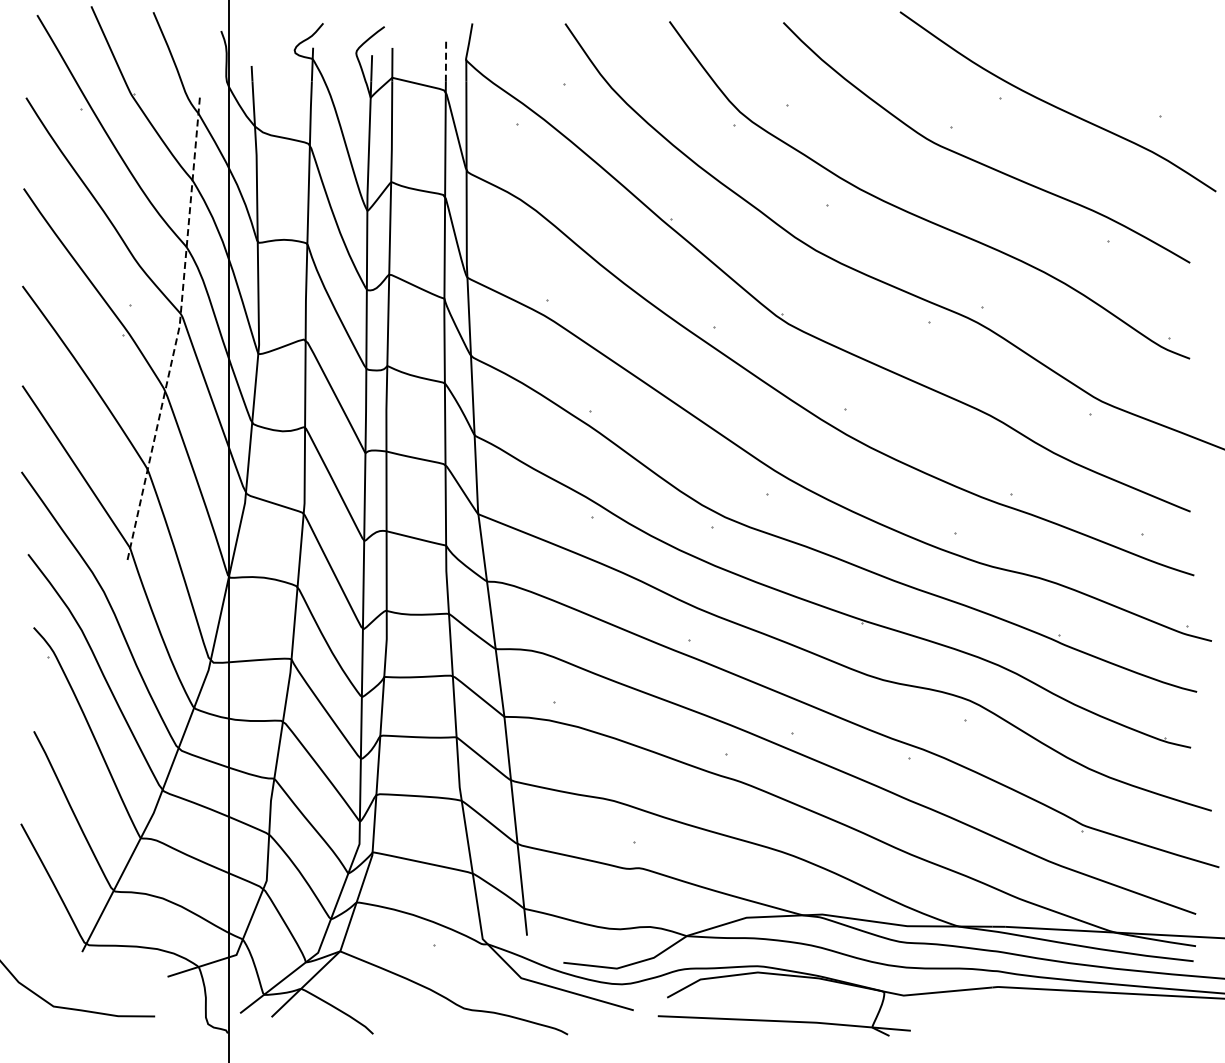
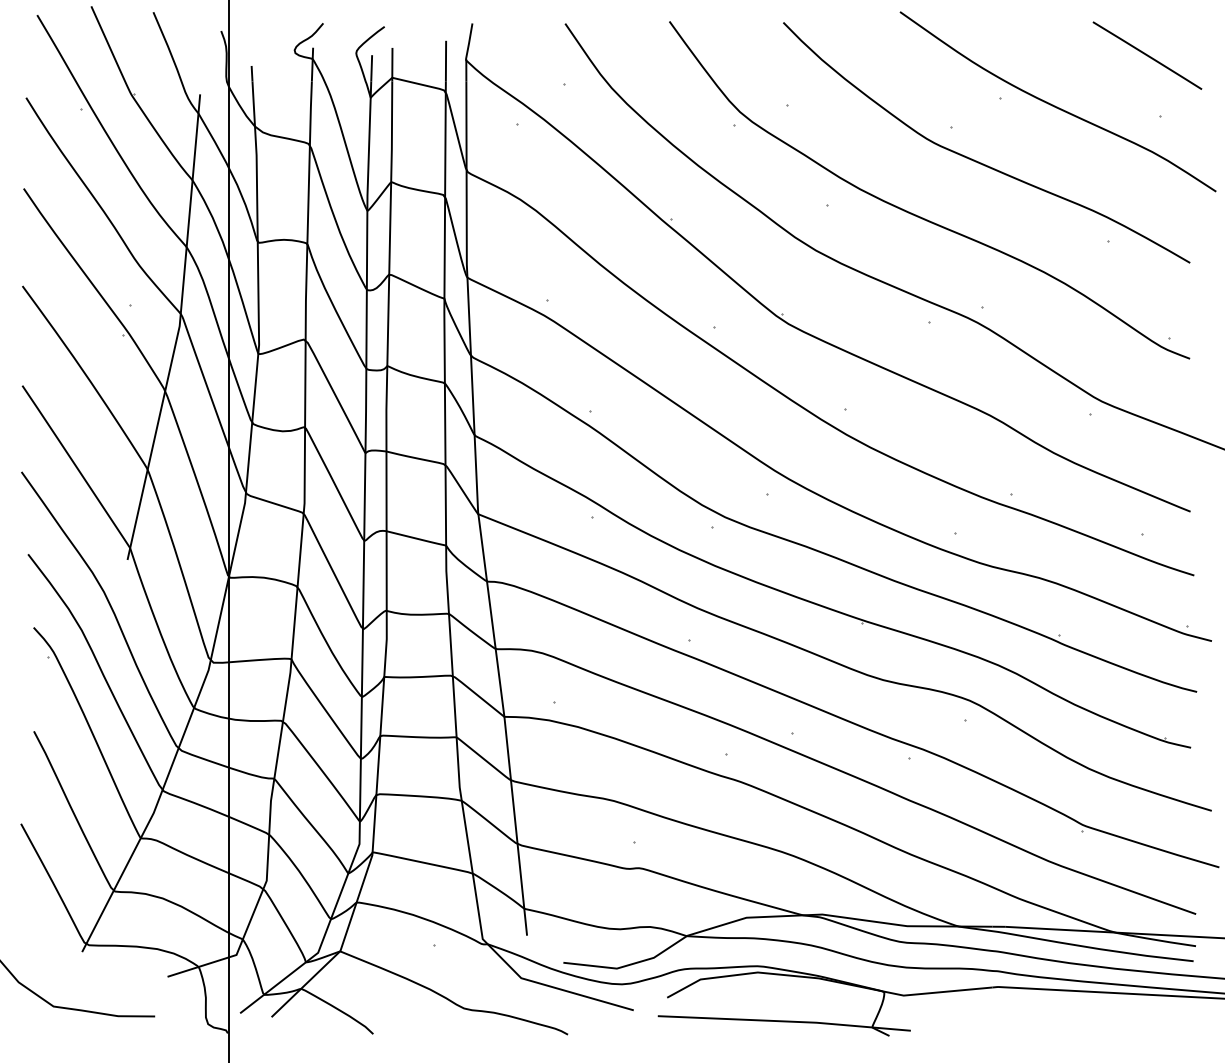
line at (1147, 55): none -> present
line at (446, 60): dashed -> solid
line at (179, 329): dashed -> solid
